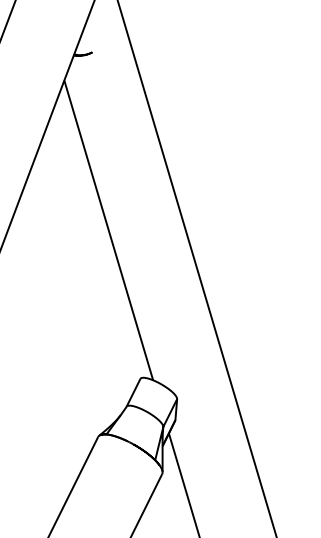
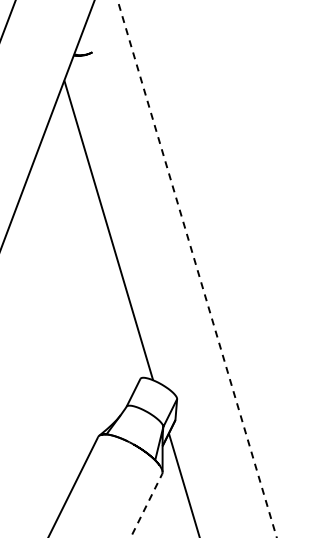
line at (197, 268): solid -> dashed
line at (146, 505): solid -> dashed
